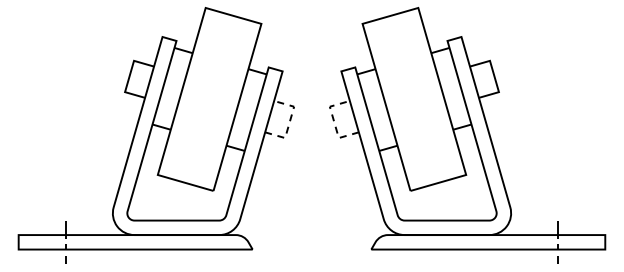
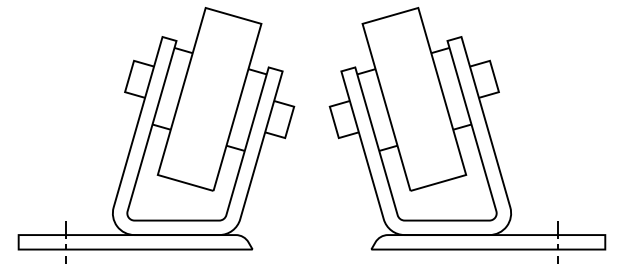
line at (289, 121): dashed -> solid
line at (334, 121): dashed -> solid
